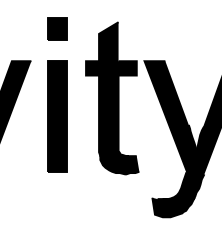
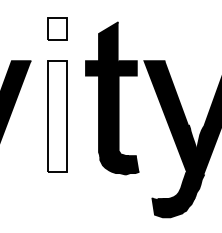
fill at (57, 29): present -> none
fill at (57, 116): present -> none
